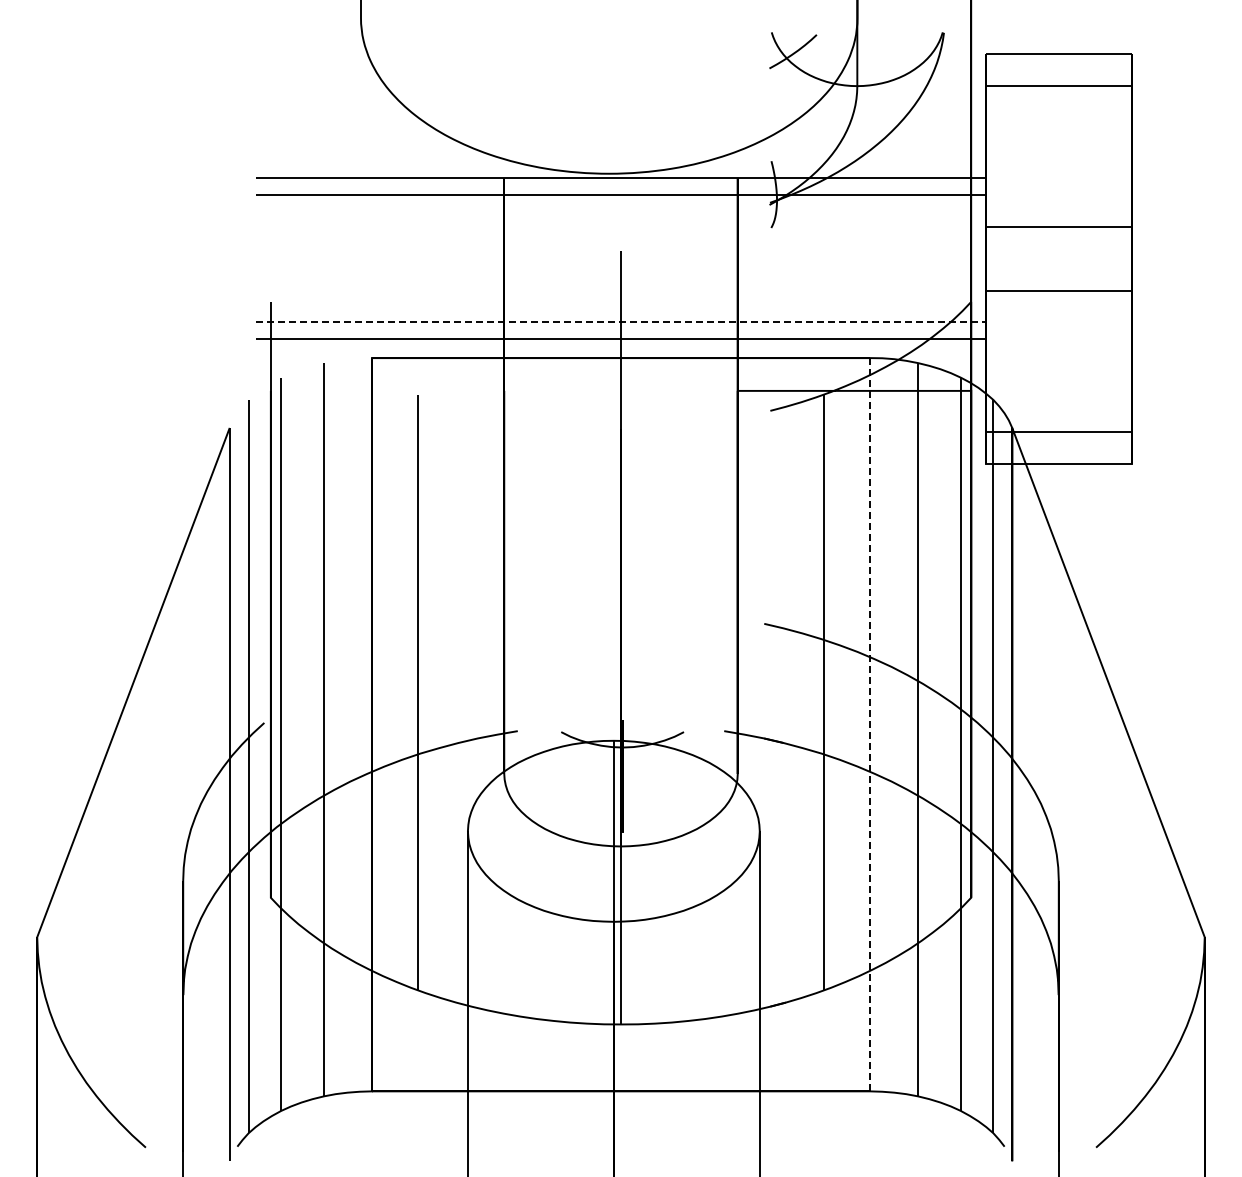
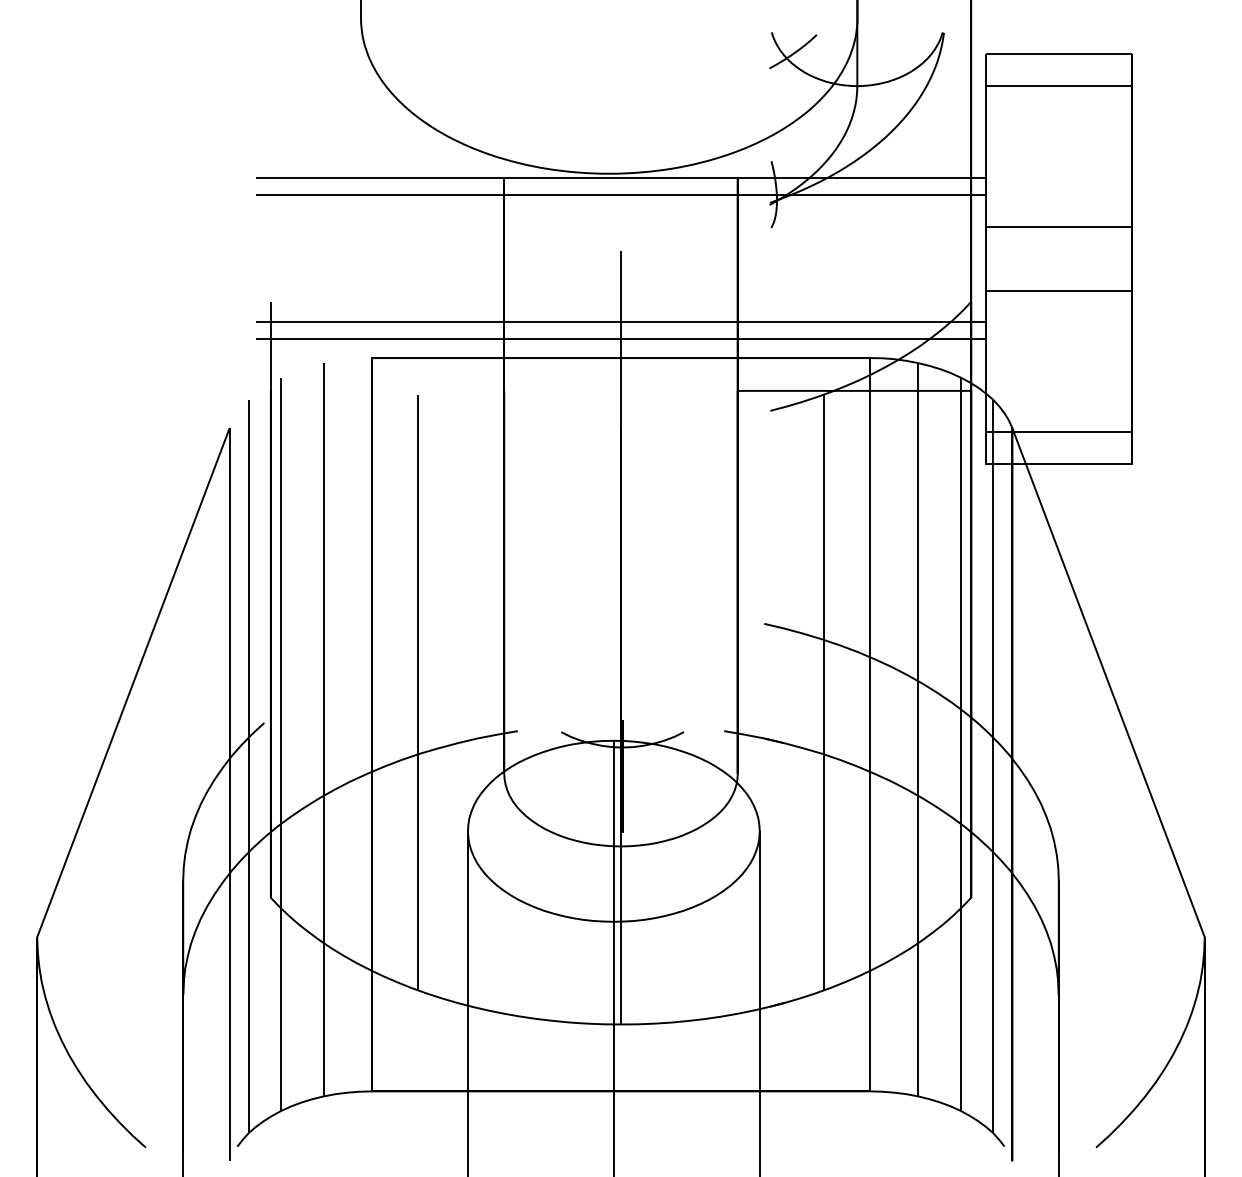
line at (621, 322): dashed -> solid
line at (870, 724): dashed -> solid
